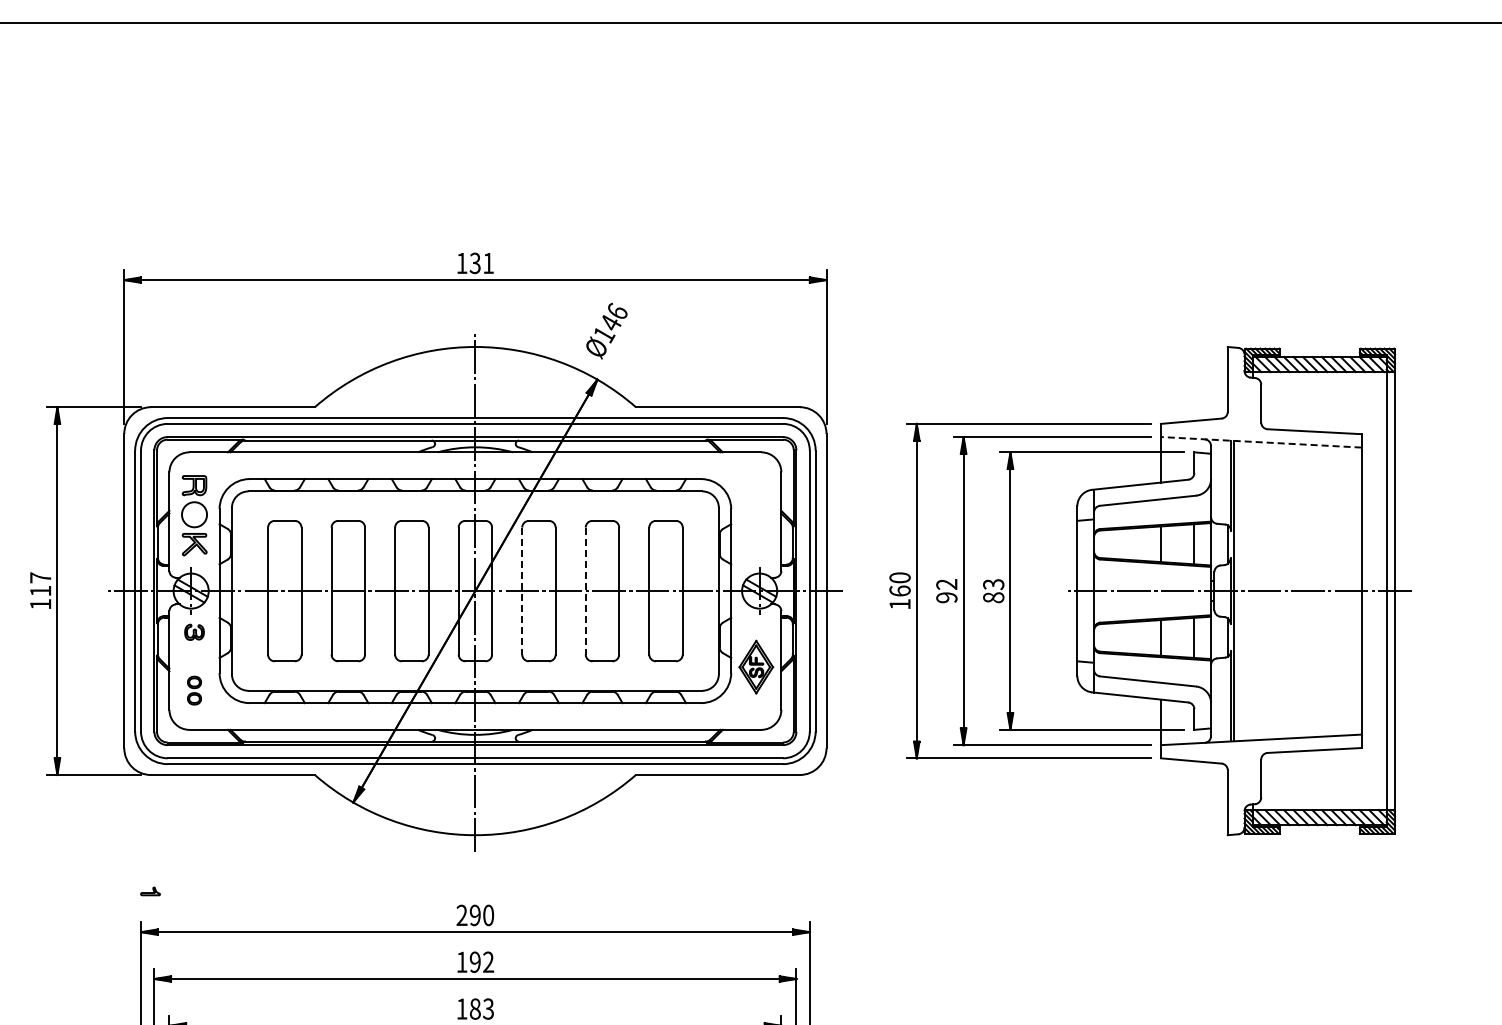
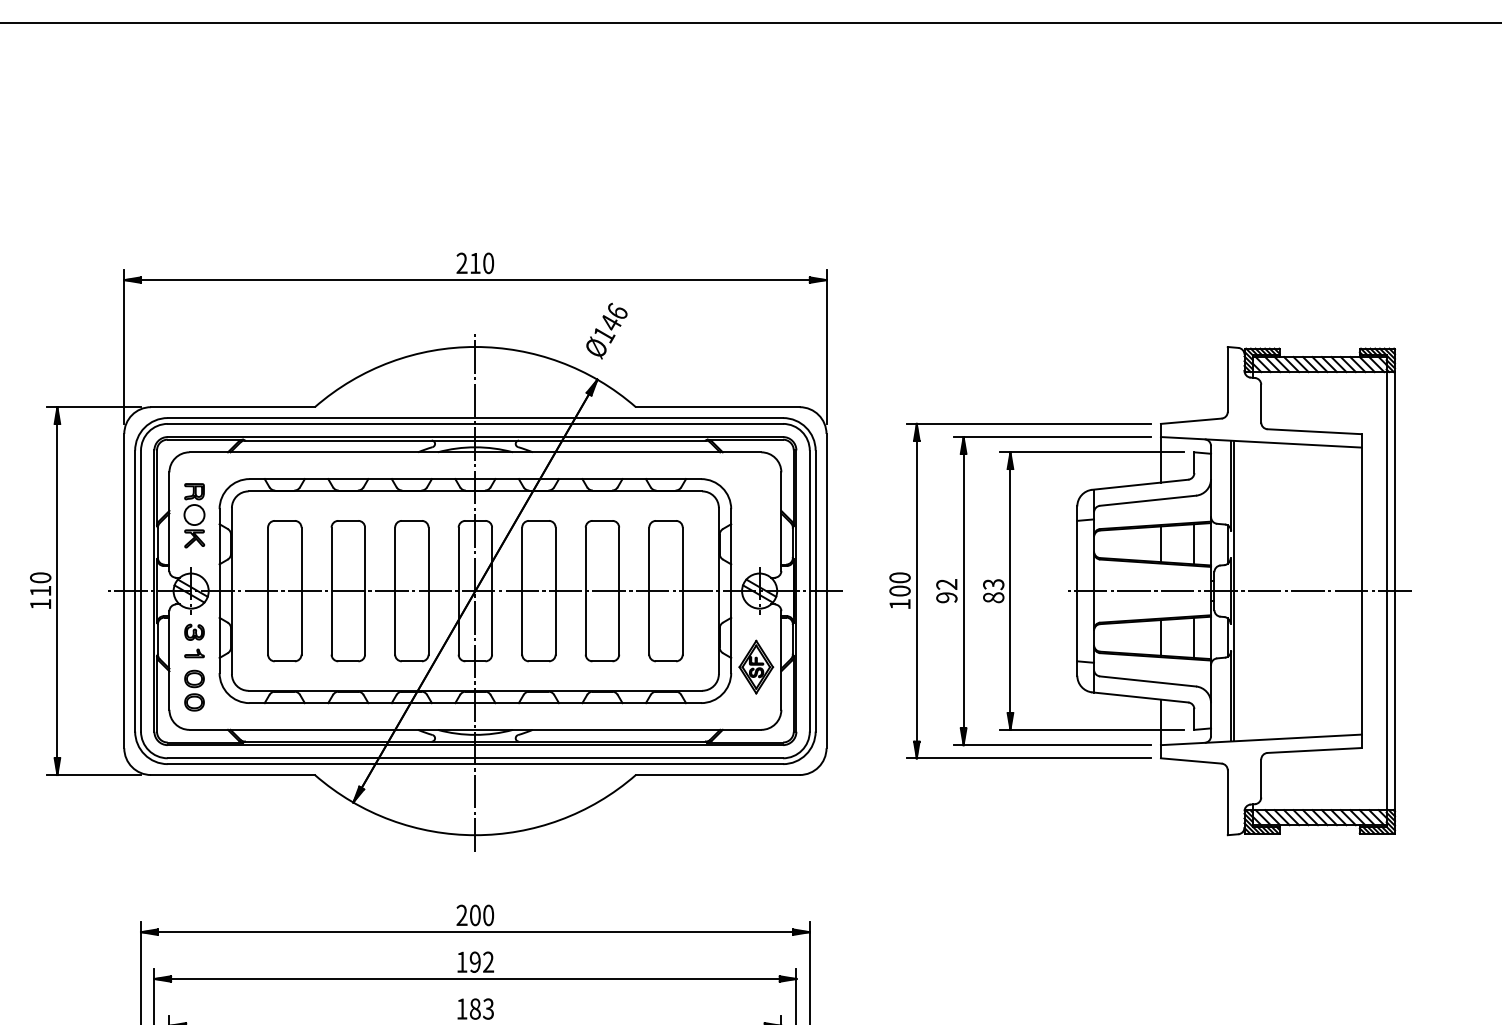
text at (475, 263): 131 -> 210
line at (1260, 442): dashed -> solid
part at (194, 515) size: 27x82 px -> 23x66 px
text at (40, 577): 117 -> 110
text at (899, 590): 160 -> 100
line at (522, 591): dashed -> solid
line at (585, 591): dashed -> solid
part at (194, 690) size: 15x31 px -> 21x43 px
part at (150, 891) position: (150, 891) -> (194, 653)
text at (474, 915): 290 -> 200
